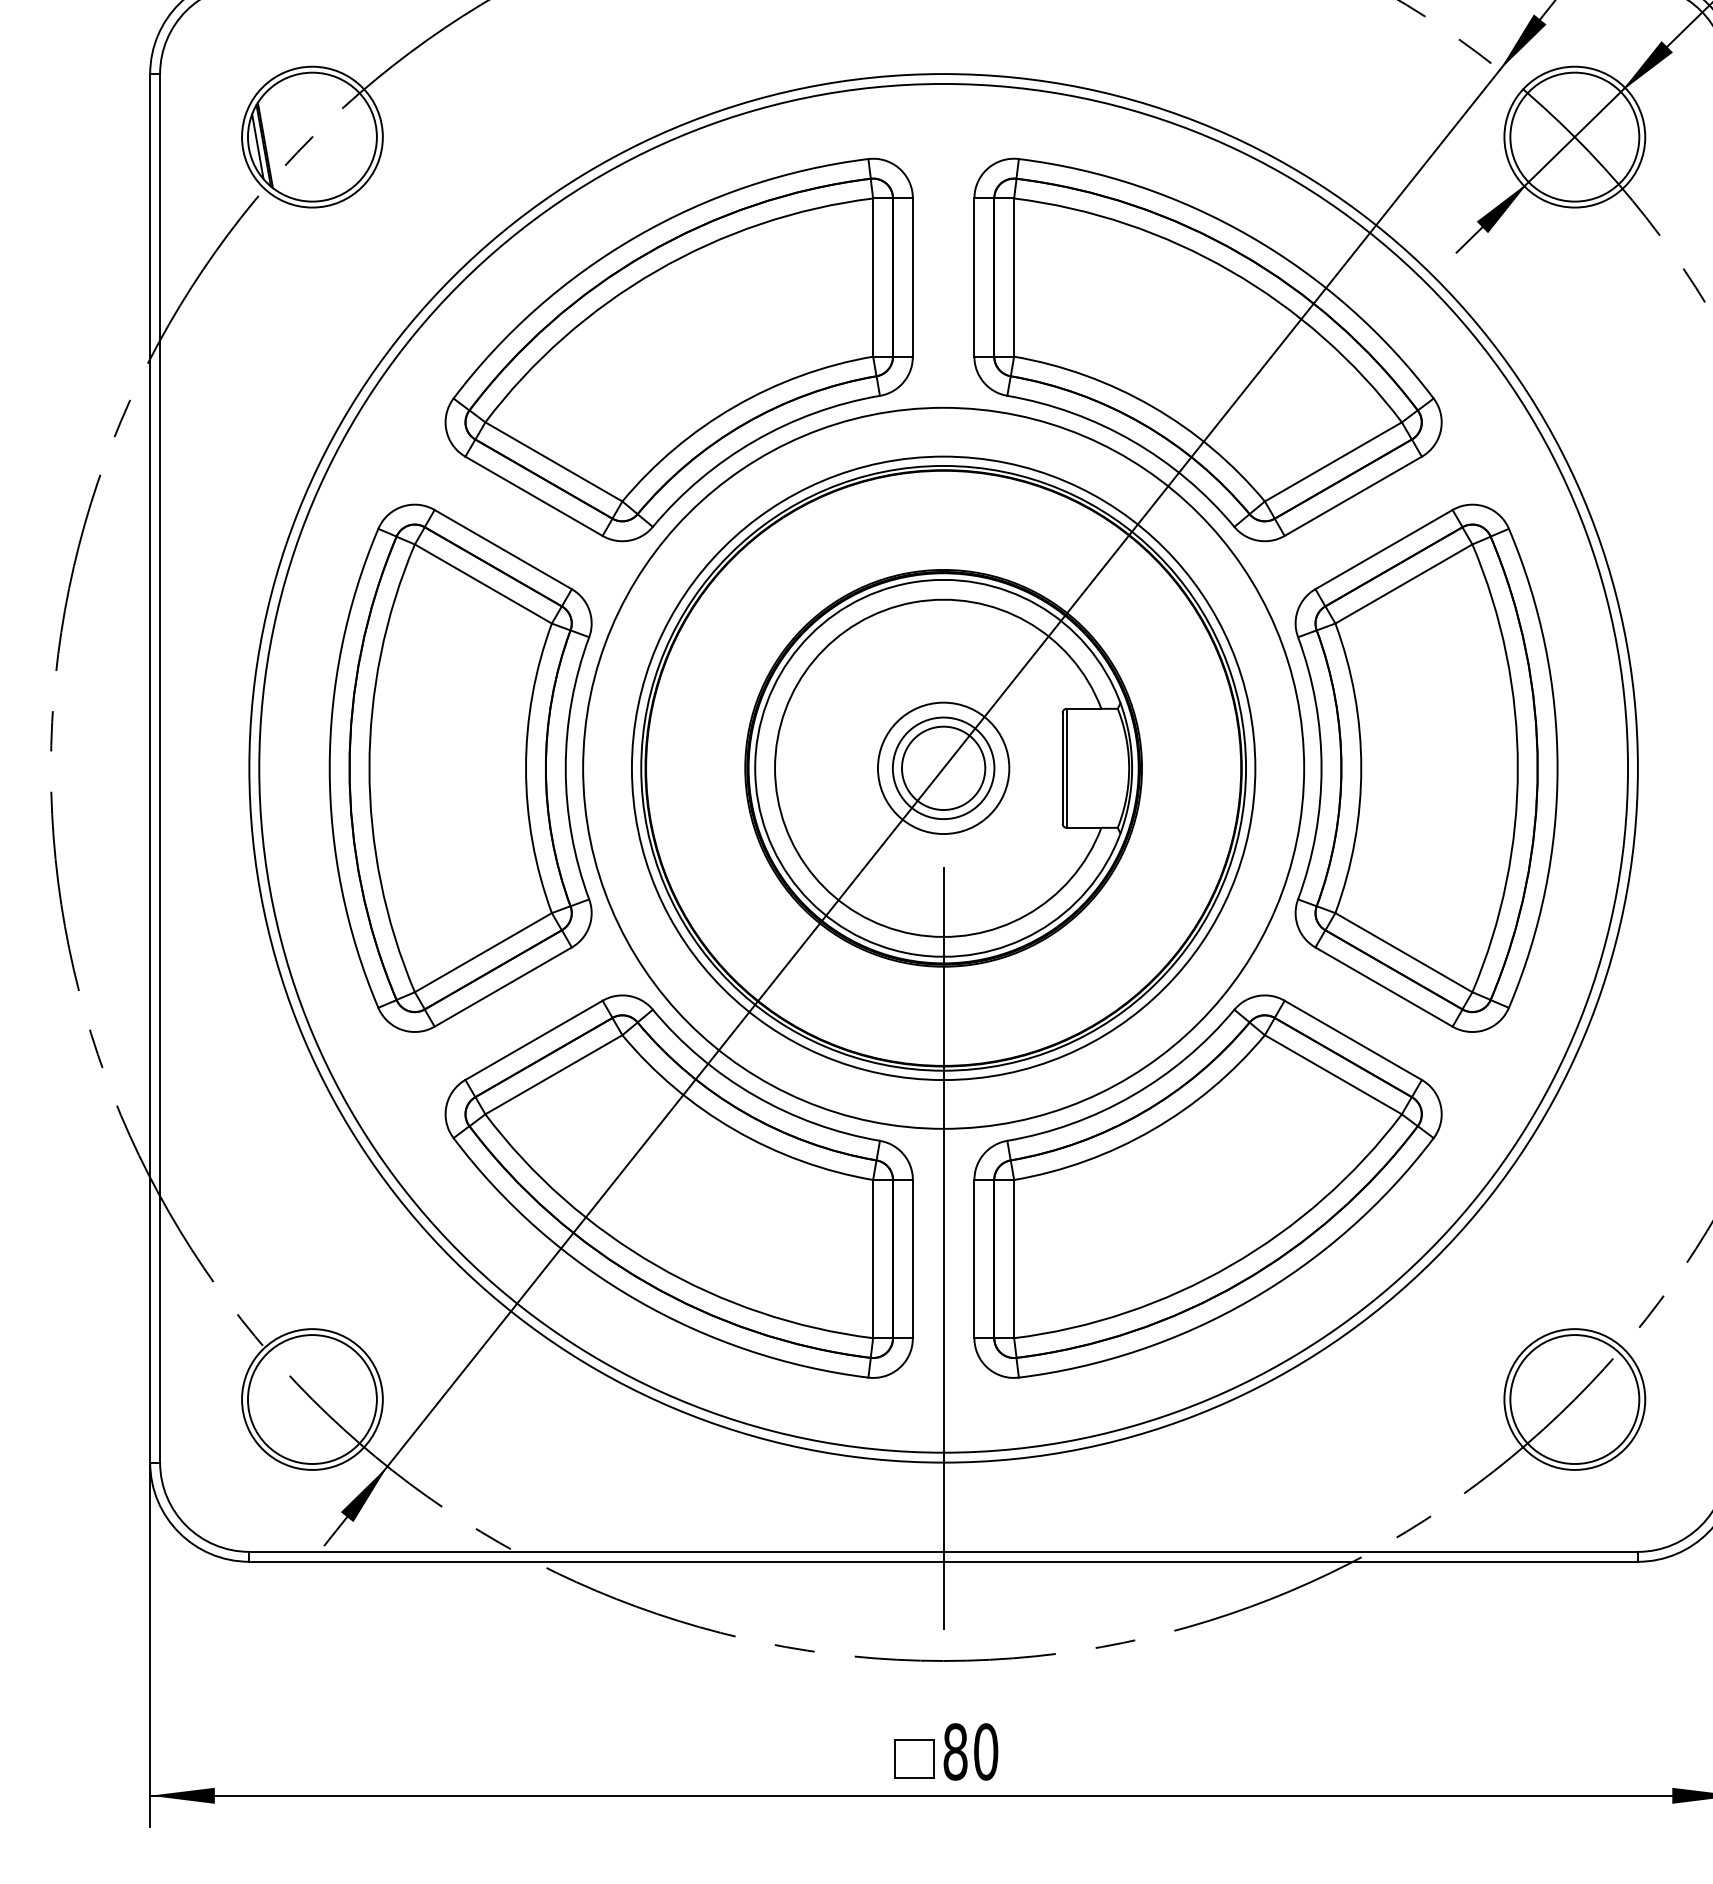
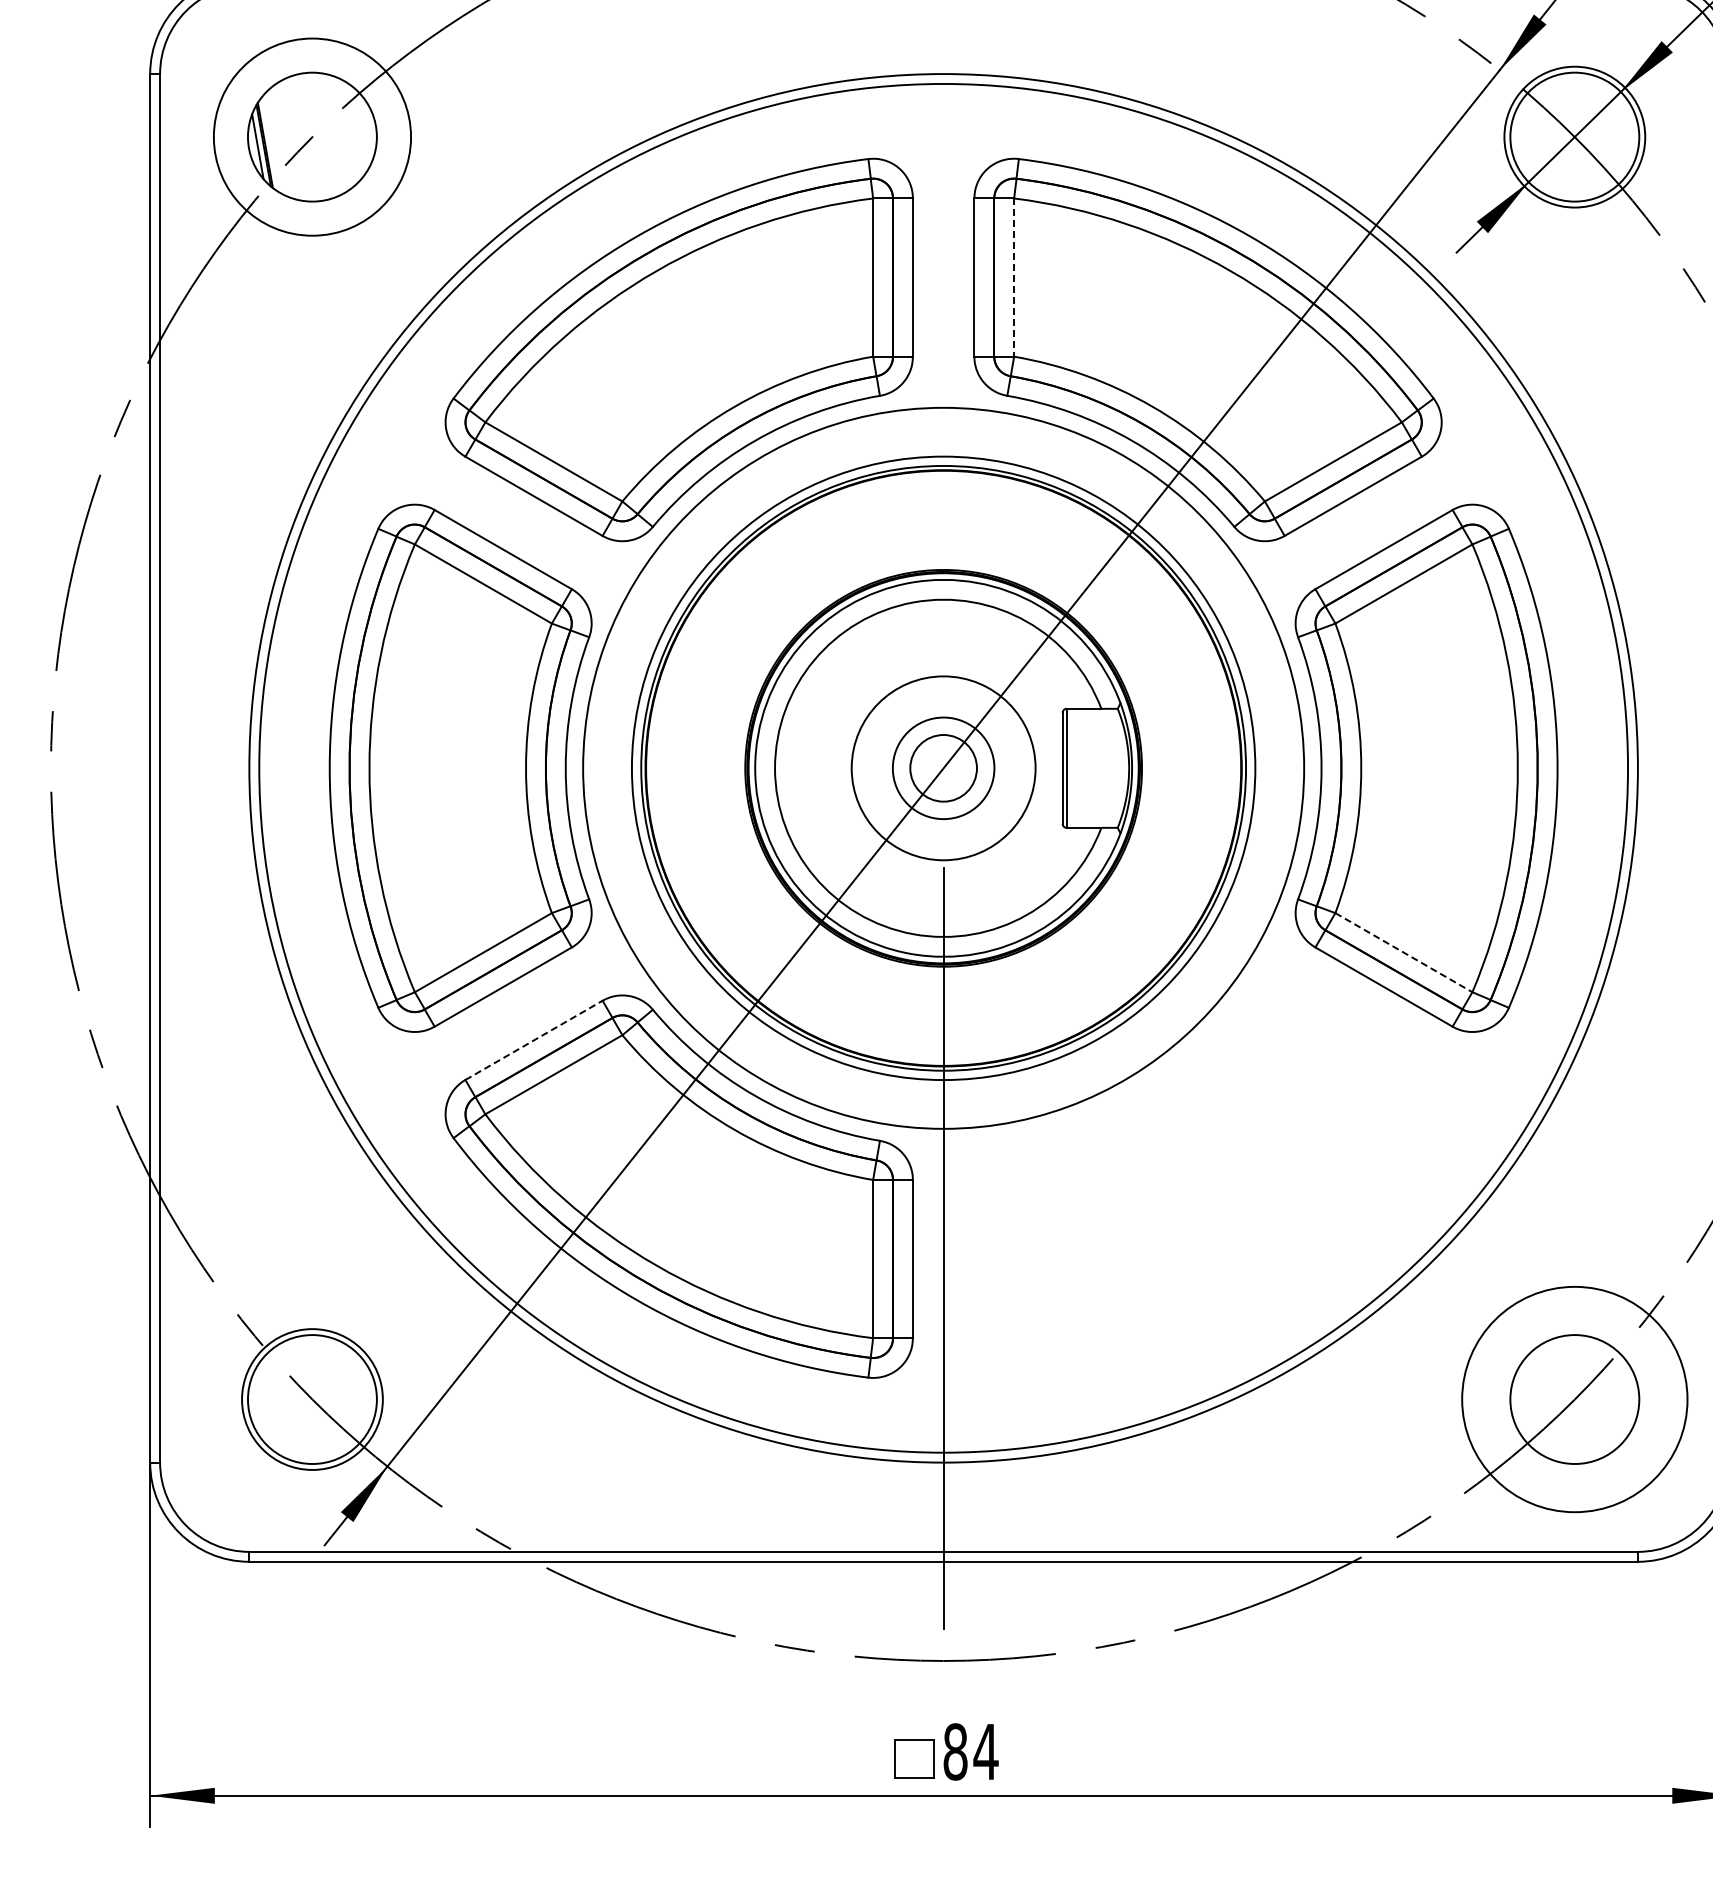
circle at (312, 136) diameter: 141 px -> 197 px
line at (1014, 278): solid -> dashed
circle at (943, 768) diameter: 131 px -> 184 px
circle at (943, 768) diameter: 83 px -> 67 px
line at (1404, 952): solid -> dashed
line at (534, 1040): solid -> dashed
part at (1207, 1186): present -> none
circle at (1574, 1399) diameter: 141 px -> 225 px
text at (985, 1751): 80 -> 84
